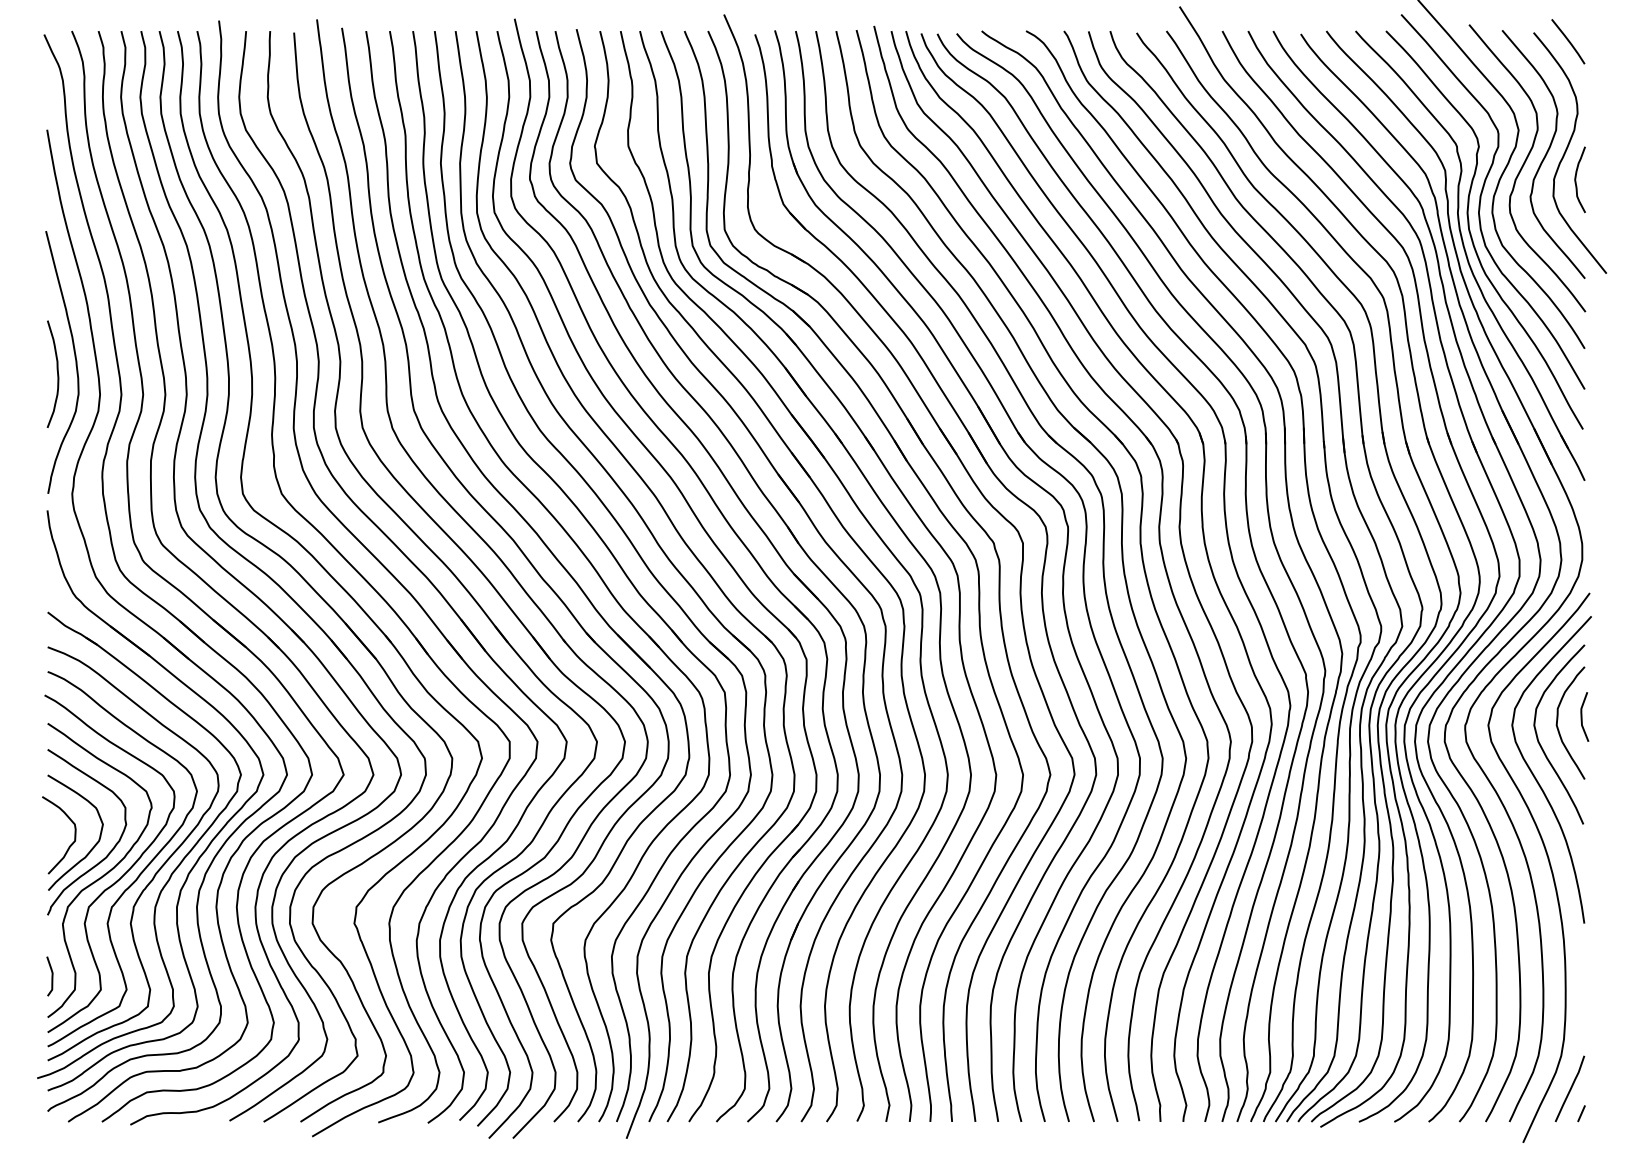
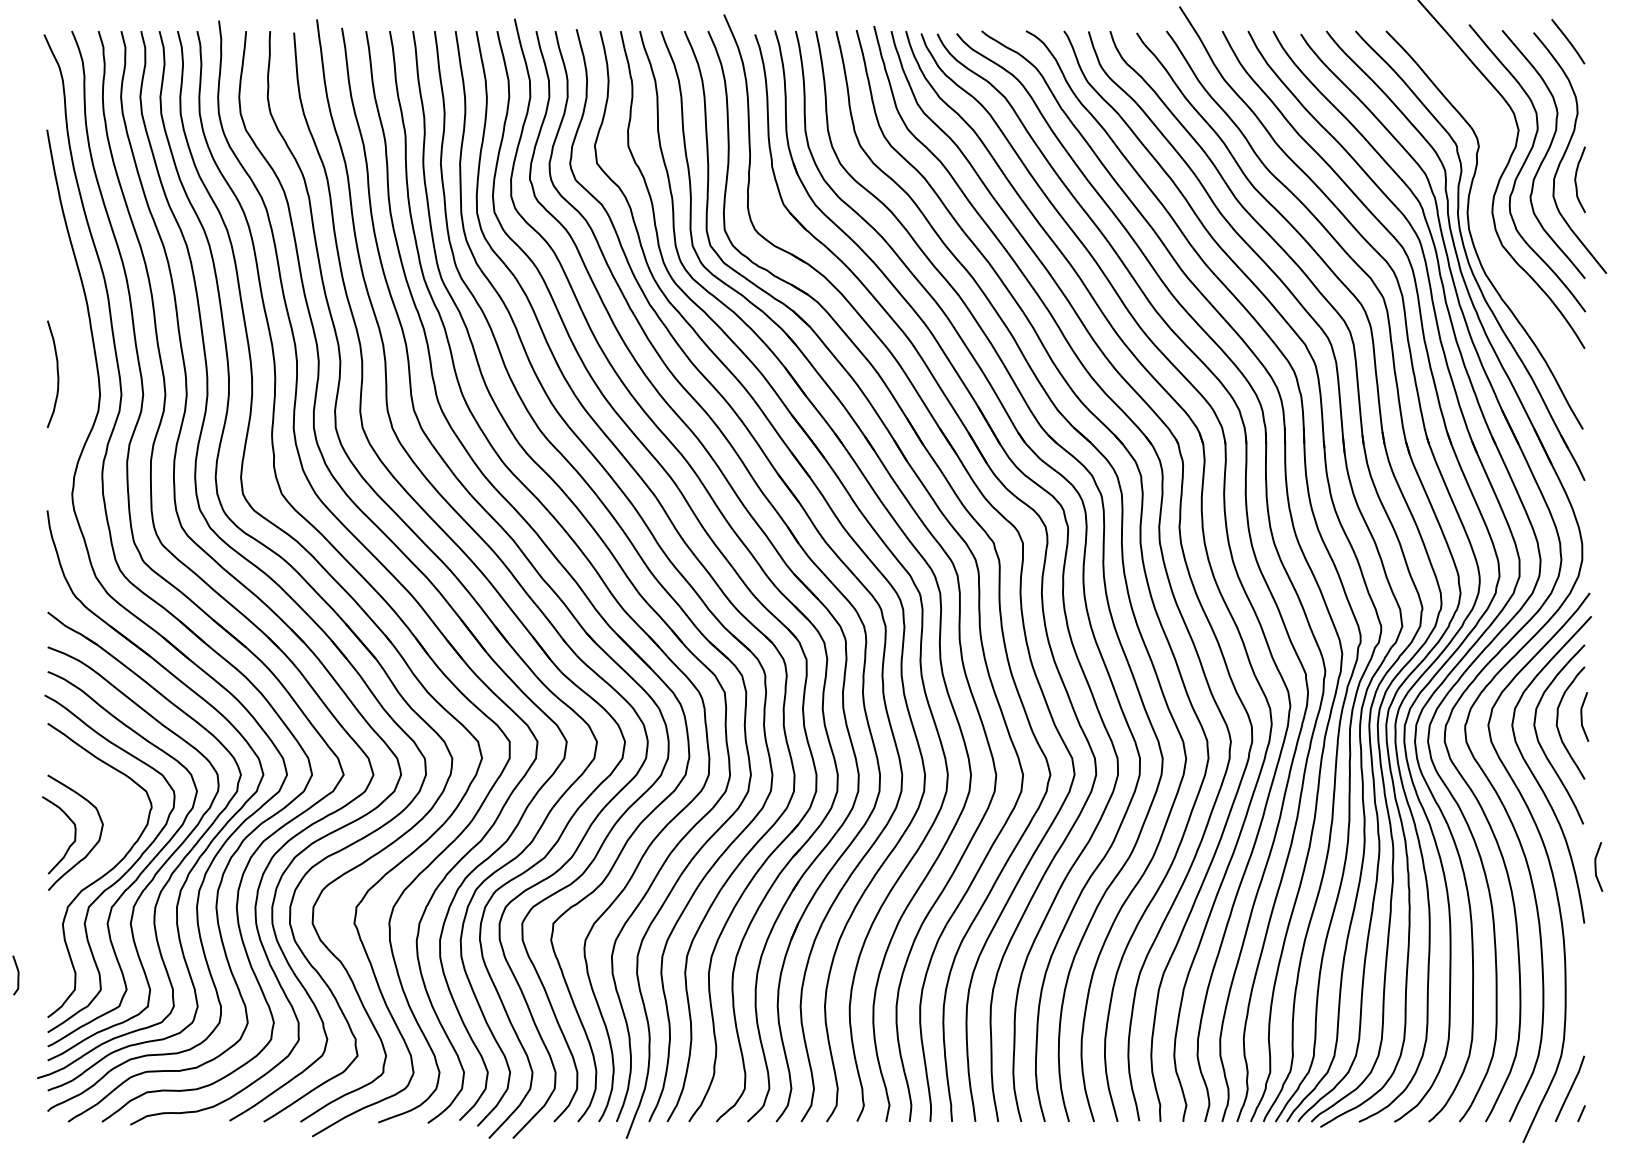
curve at (1481, 200): present -> none
curve at (74, 357): present -> none
curve at (109, 851): present -> none
line at (1596, 866): none -> present
curve at (51, 976) position: (51, 976) -> (17, 975)
